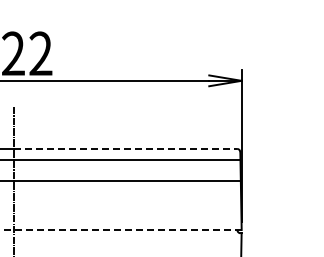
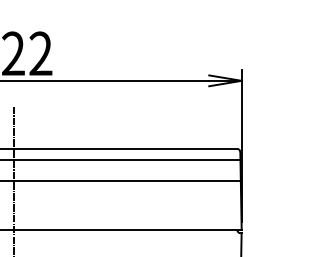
line at (125, 148): dashed -> solid
line at (120, 230): dashed -> solid
